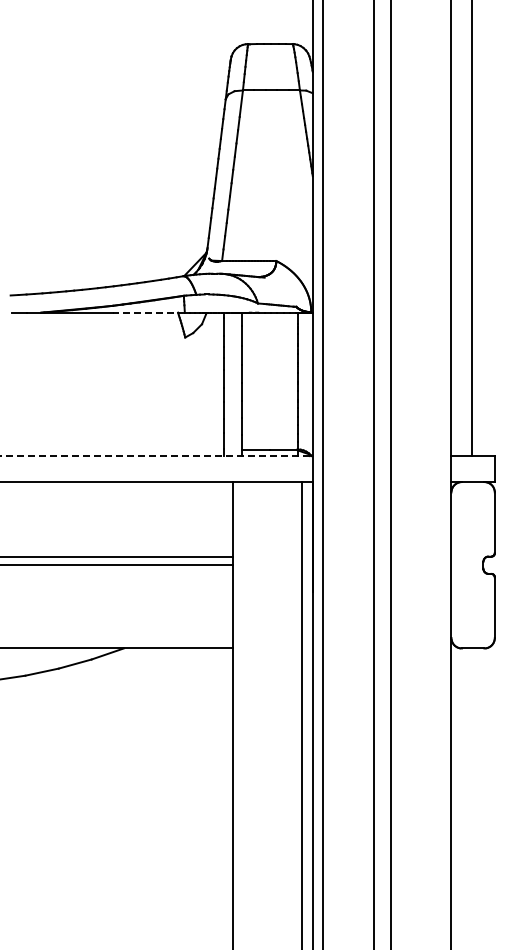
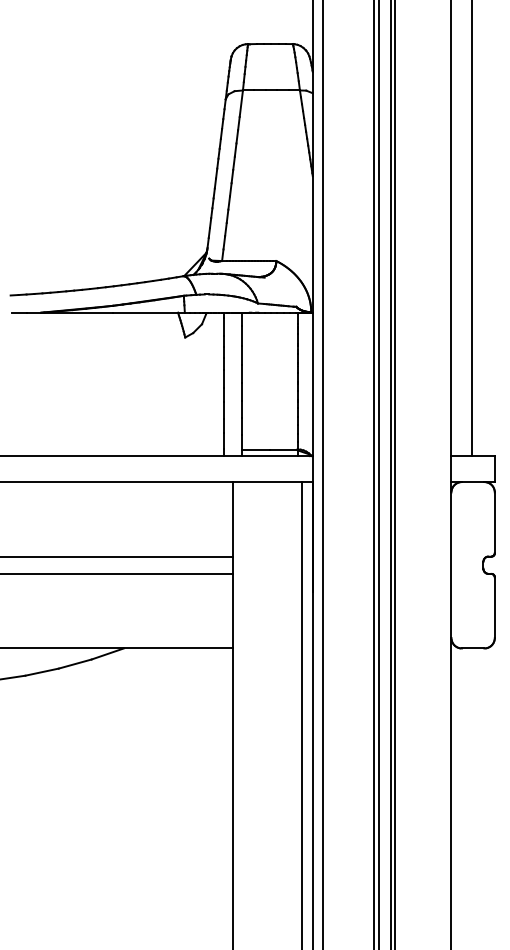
line at (148, 312): dashed -> solid
line at (156, 456): dashed -> solid
line at (378, 474): none -> present
line at (394, 474): none -> present
line at (117, 564) position: (117, 564) -> (117, 573)
